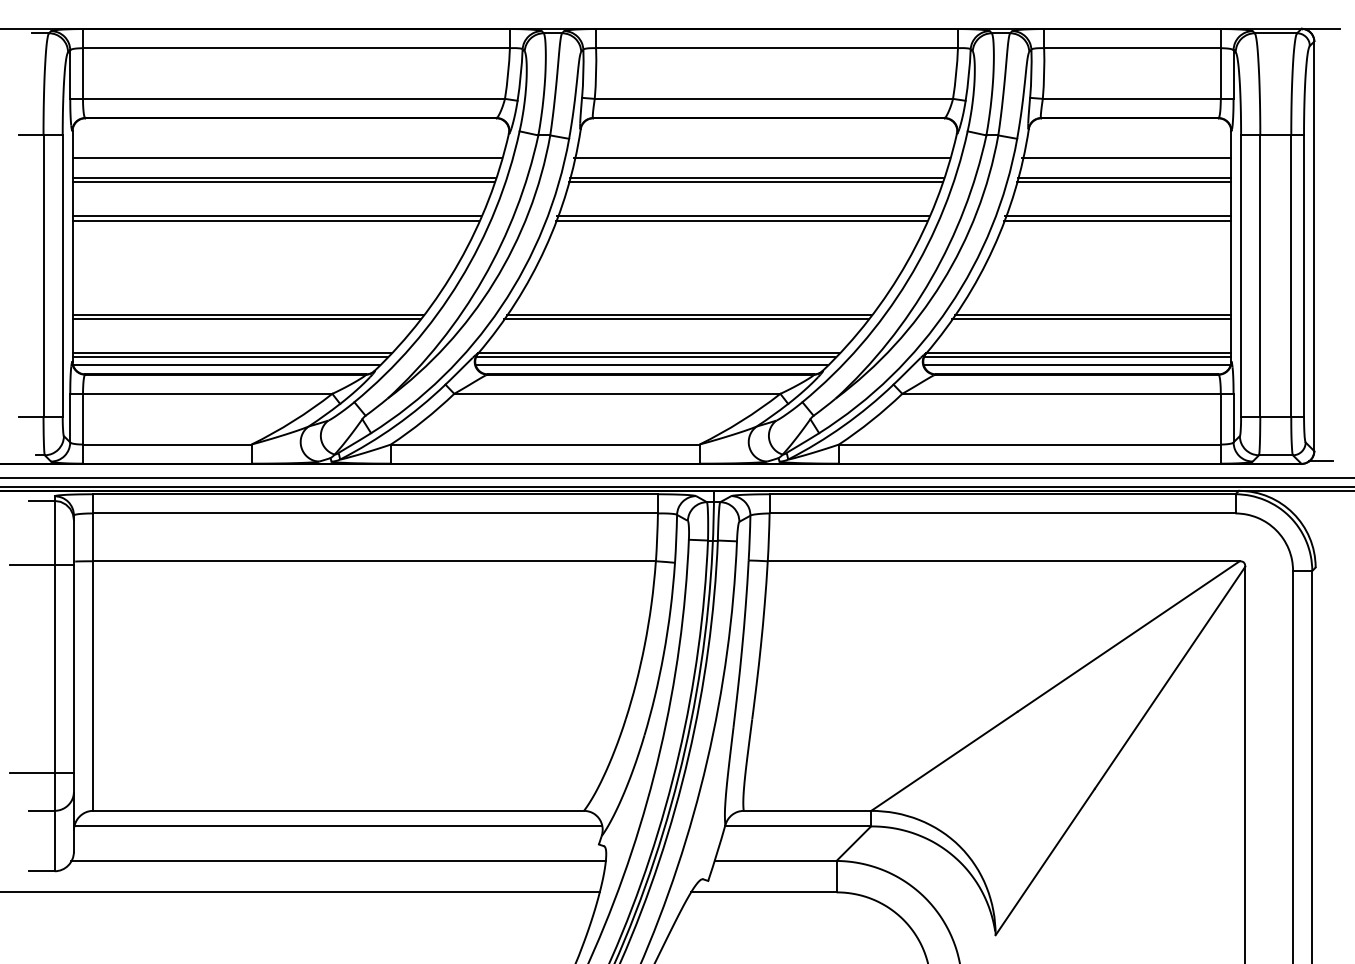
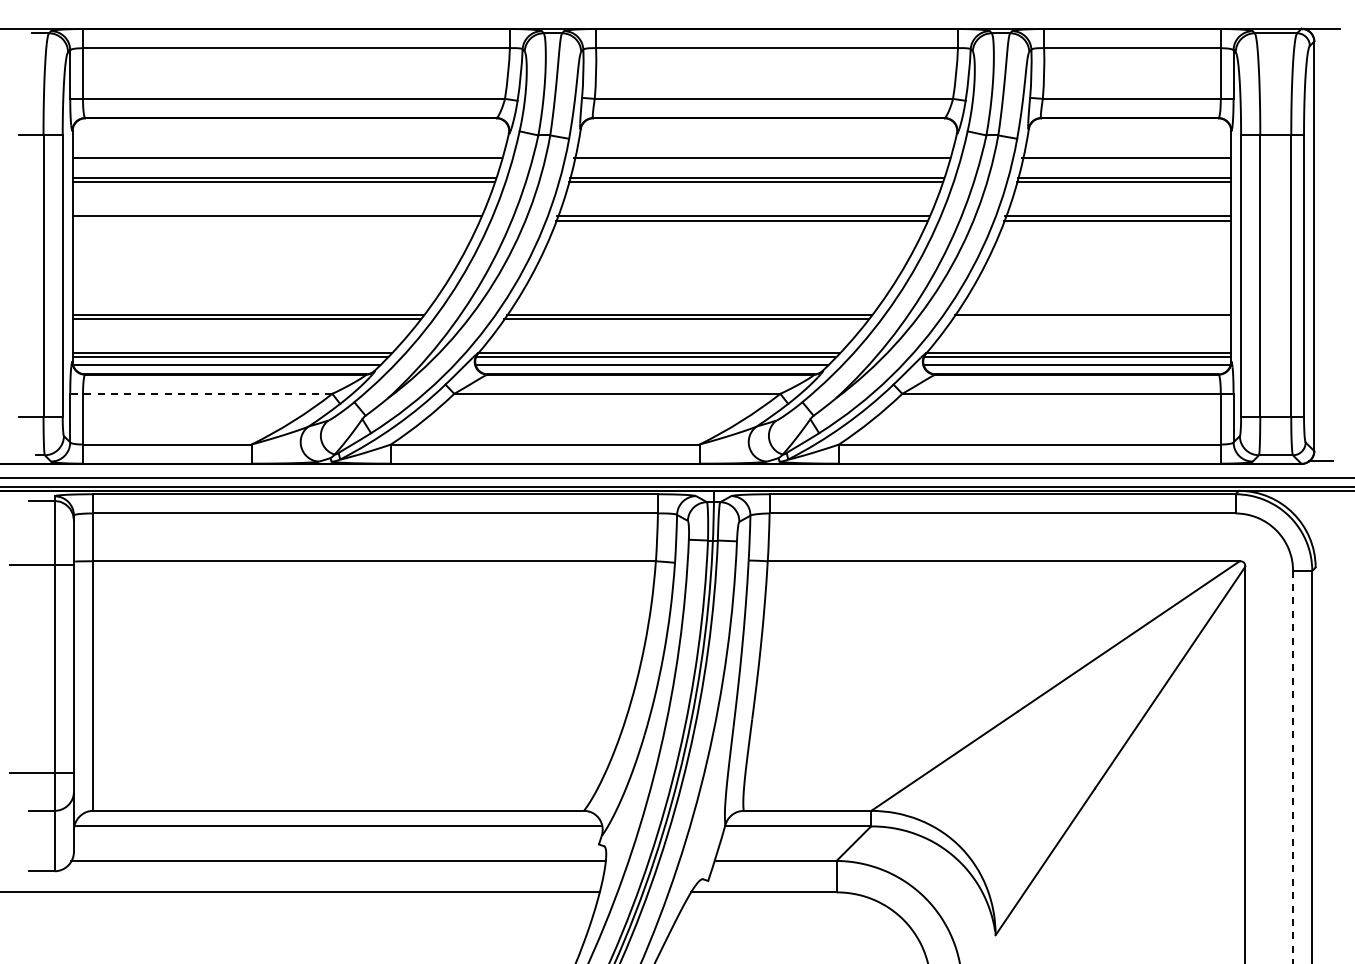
line at (275, 220): present -> none
line at (1091, 319): present -> none
line at (200, 393): solid -> dashed
line at (1293, 766): solid -> dashed
